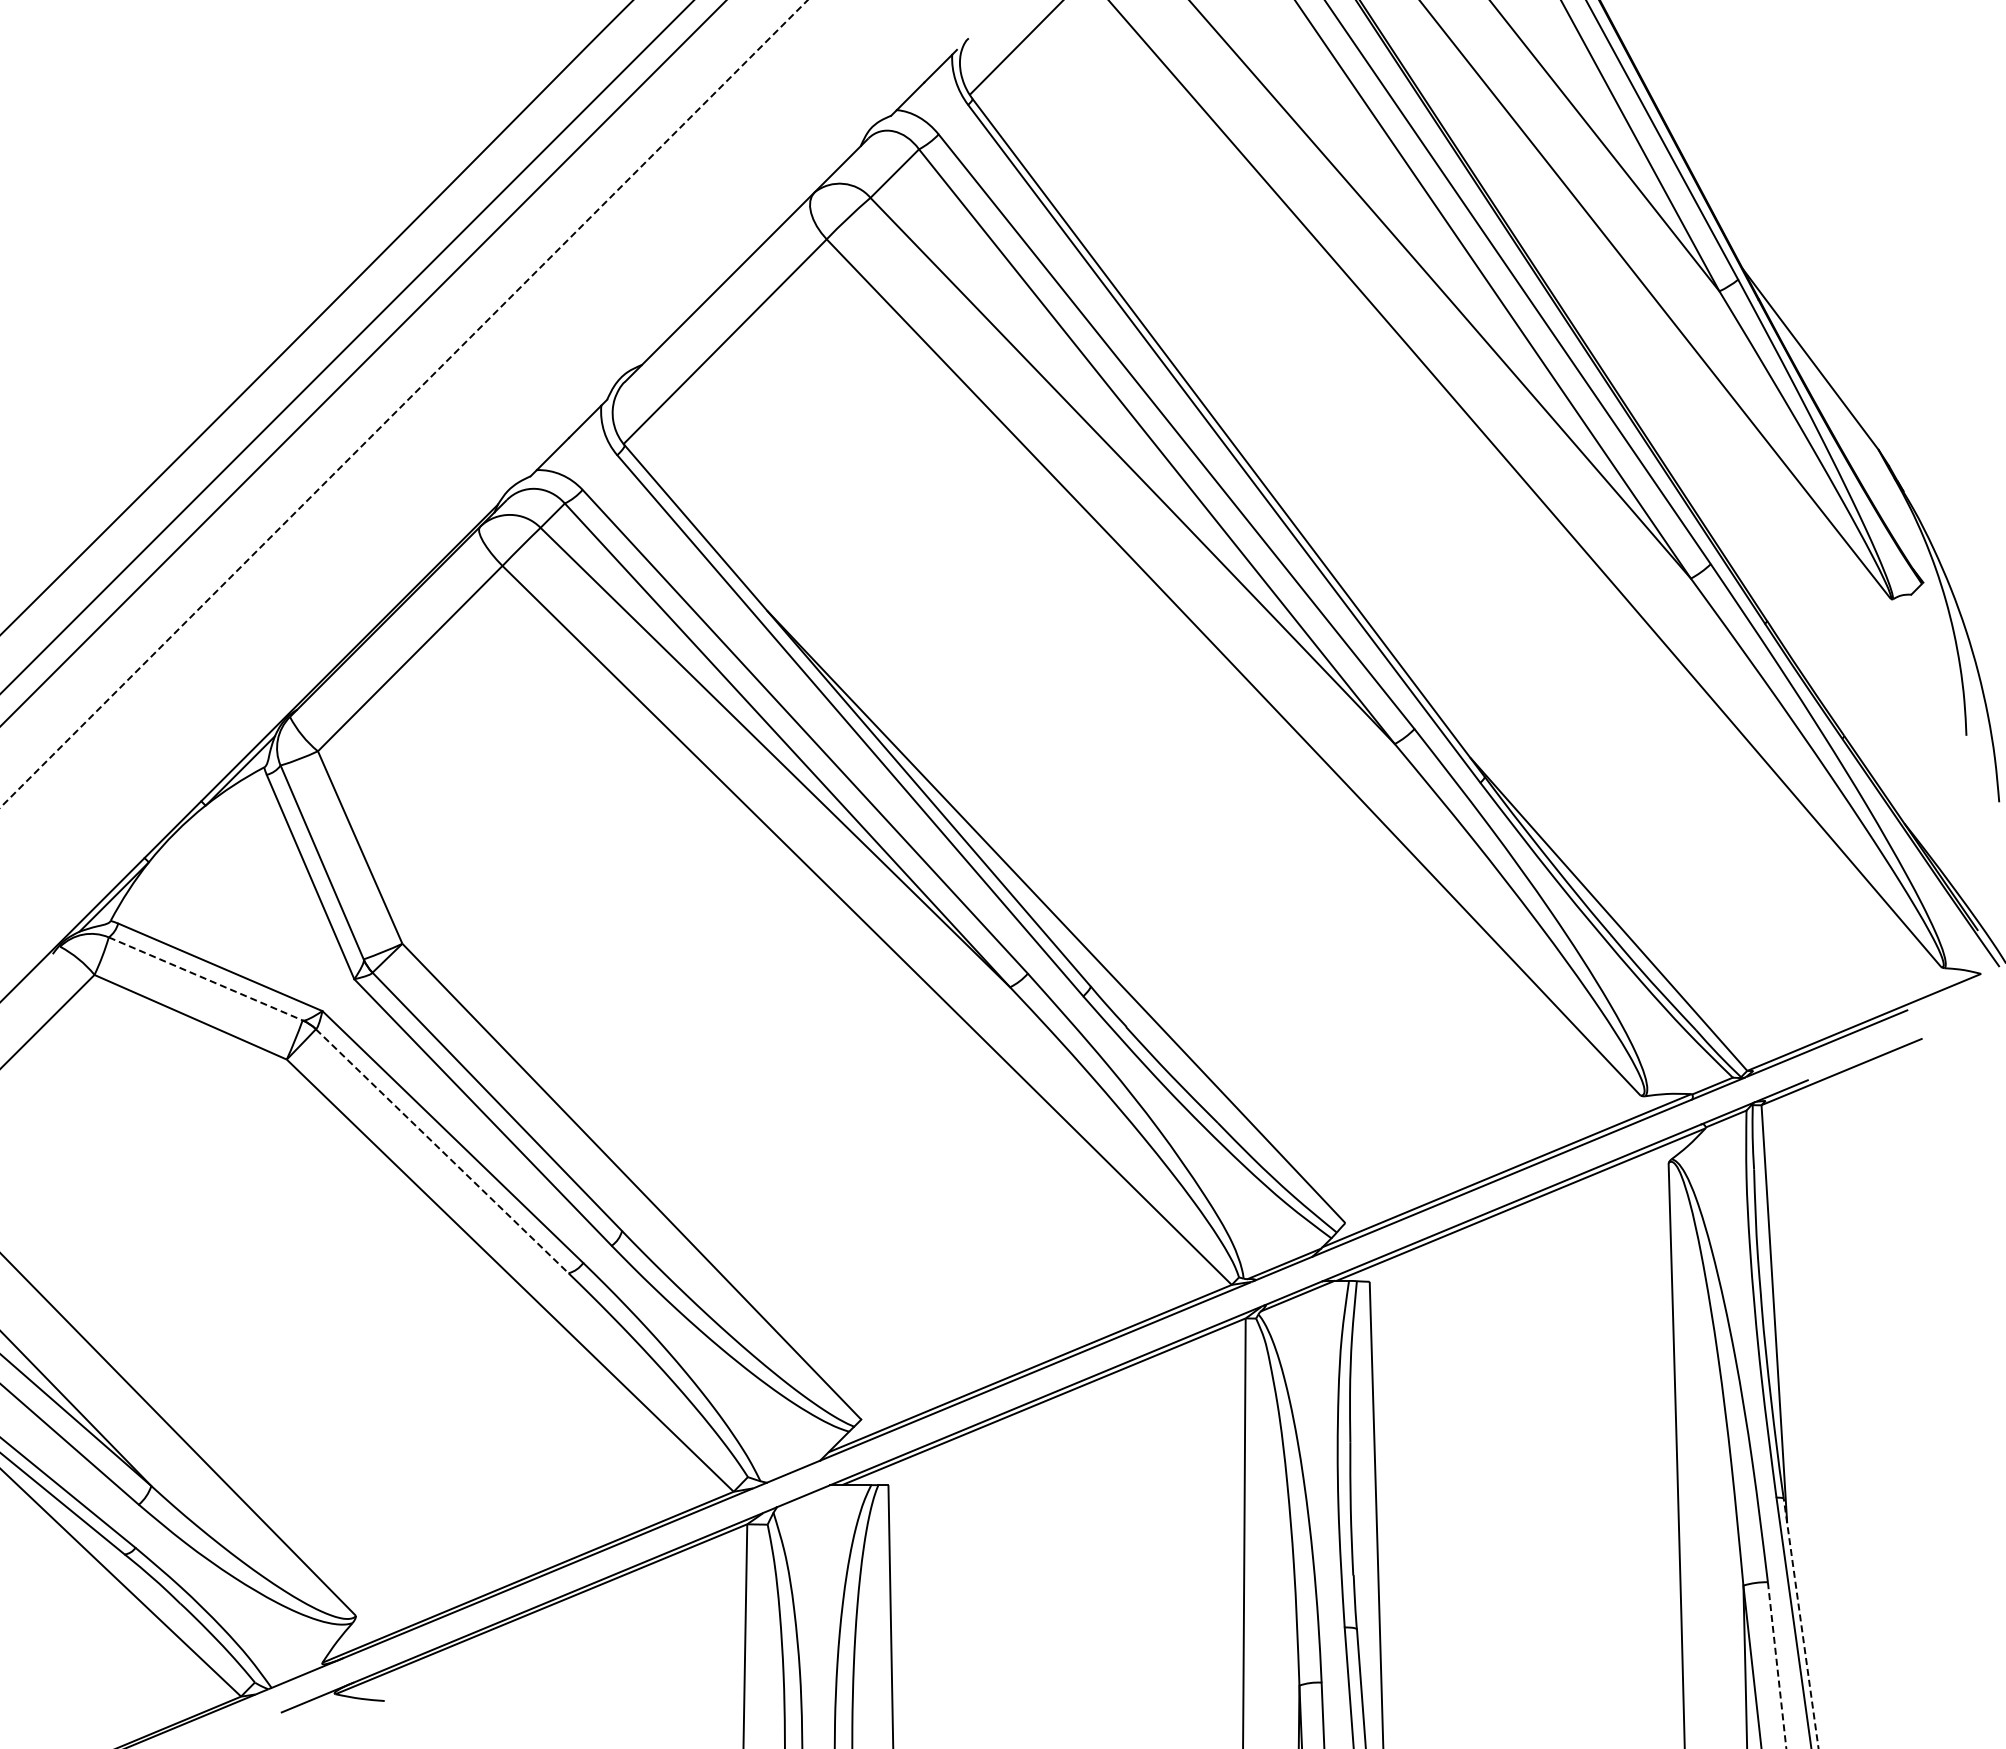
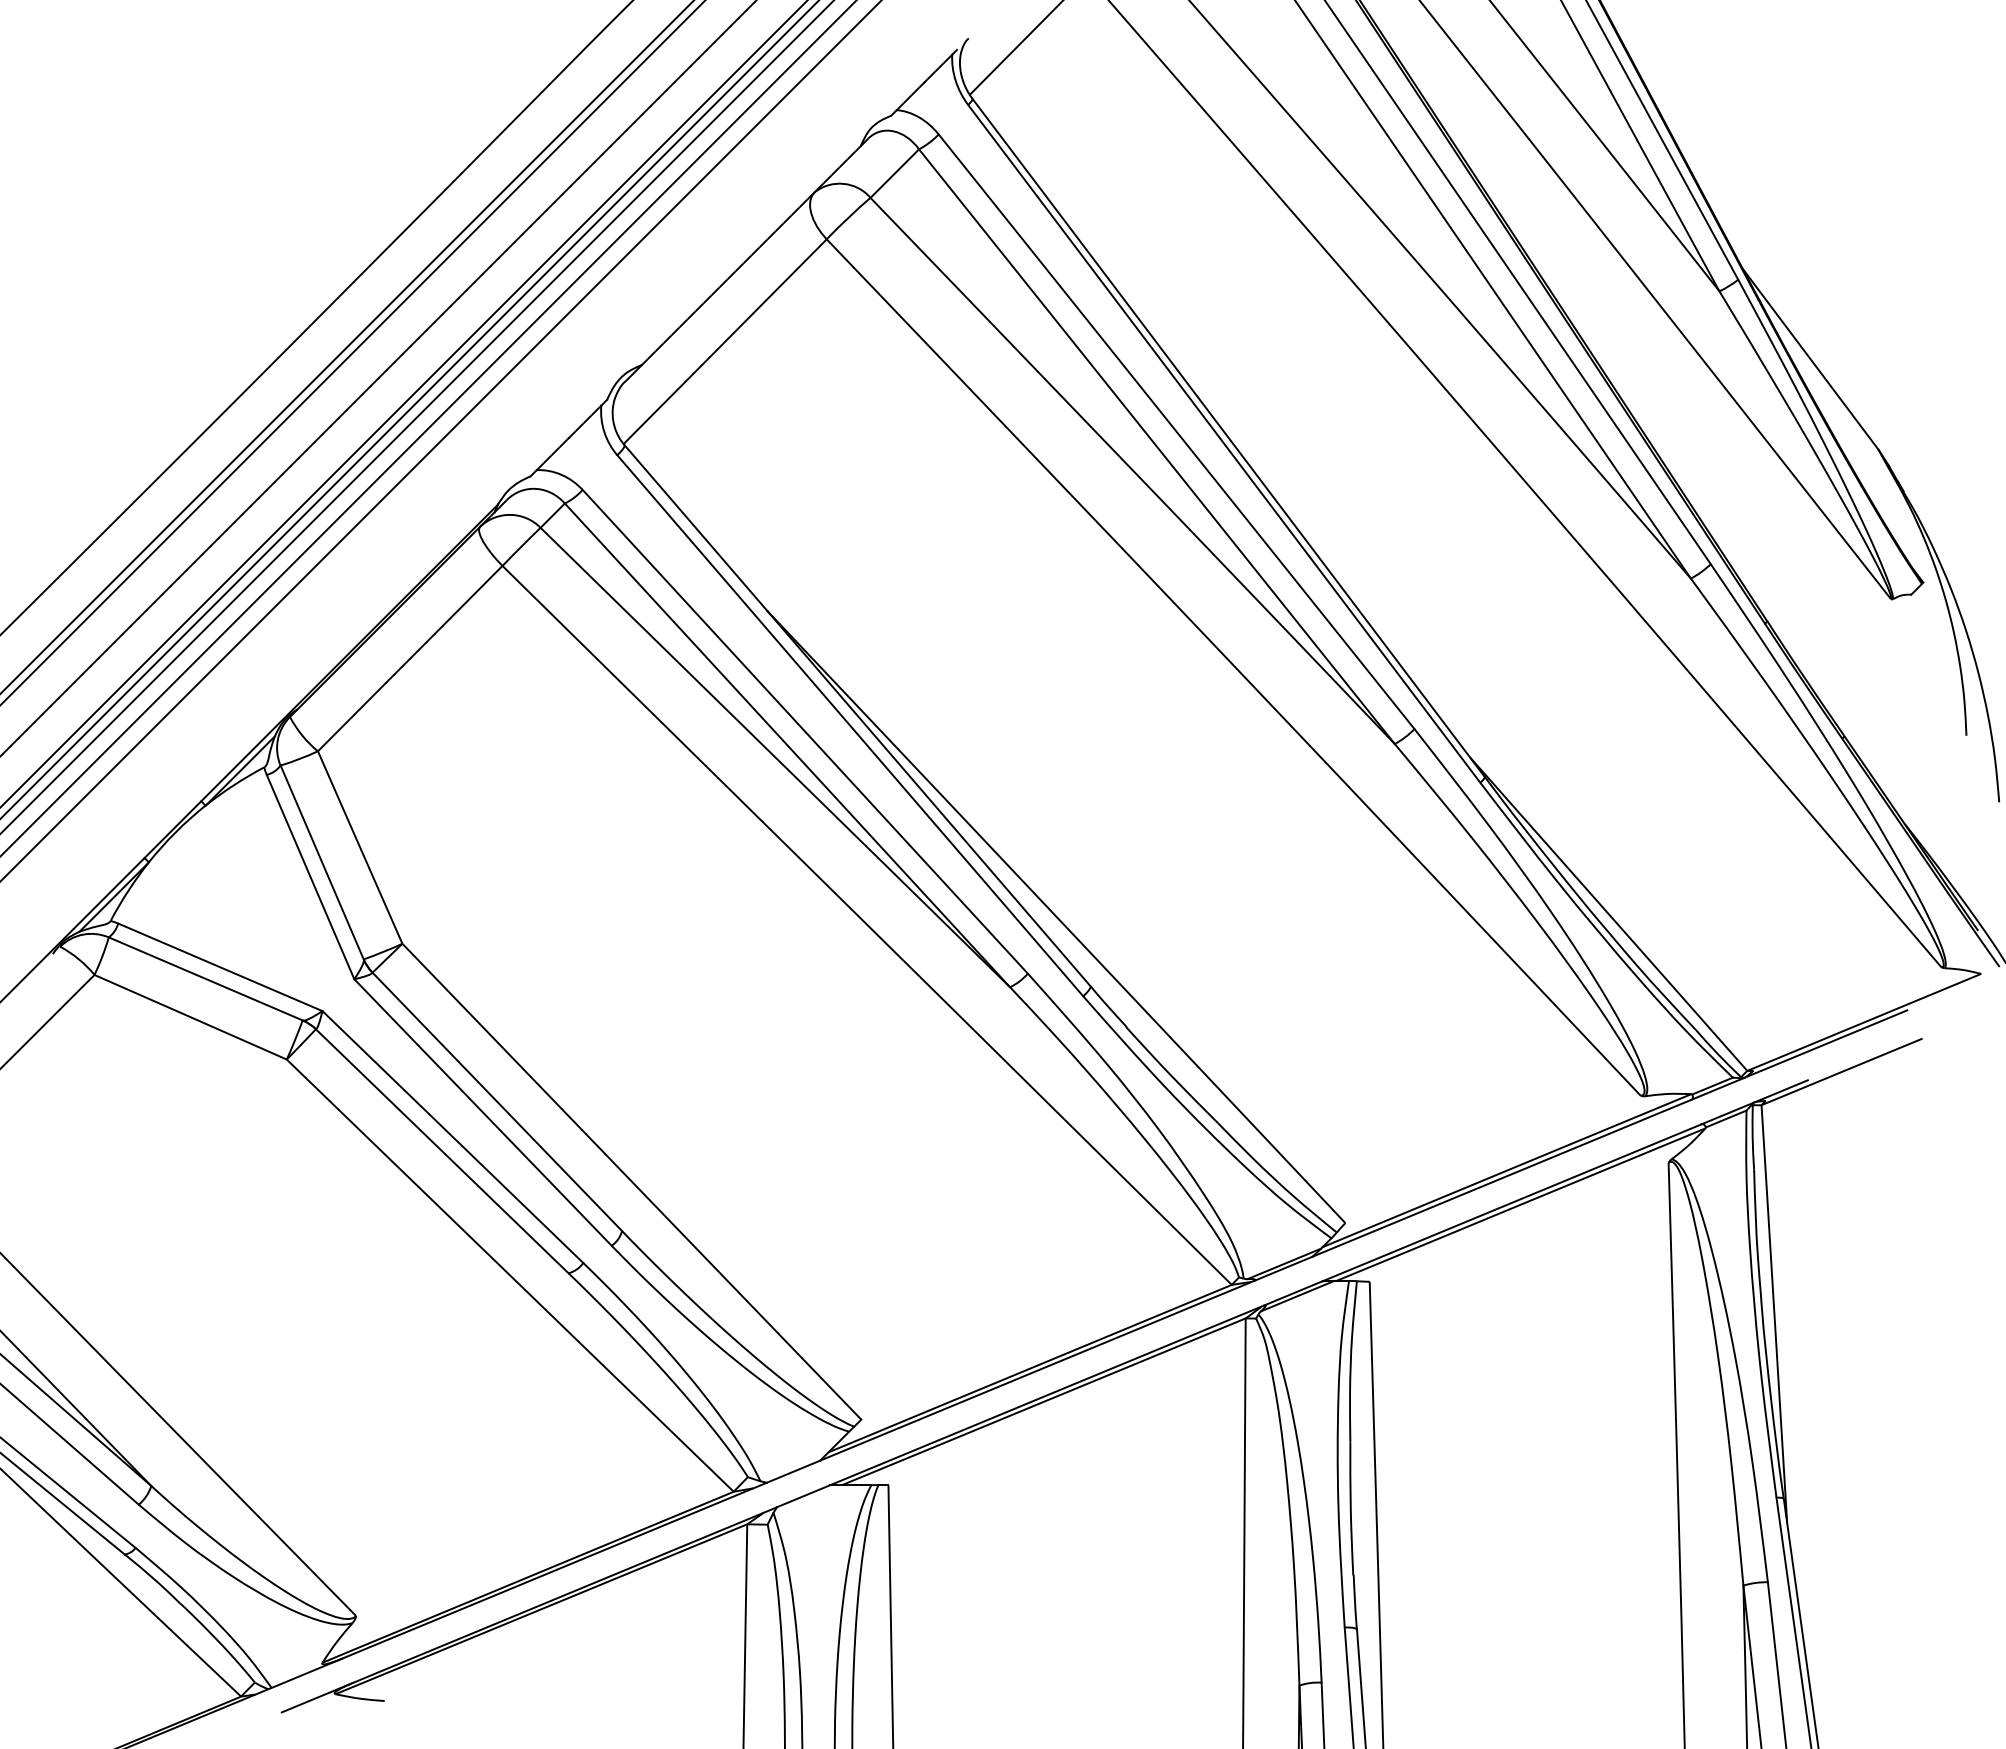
line at (352, 352): none -> present
line at (363, 363) position: (363, 363) -> (378, 378)
line at (403, 404): dashed -> solid
line at (409, 409): none -> present
line at (417, 416): none -> present
line at (428, 428): none -> present
line at (440, 440): none -> present
line at (205, 978): dashed -> solid
line at (442, 1151): dashed -> solid
line at (1801, 1623): dashed -> solid
line at (1777, 1665): dashed -> solid
